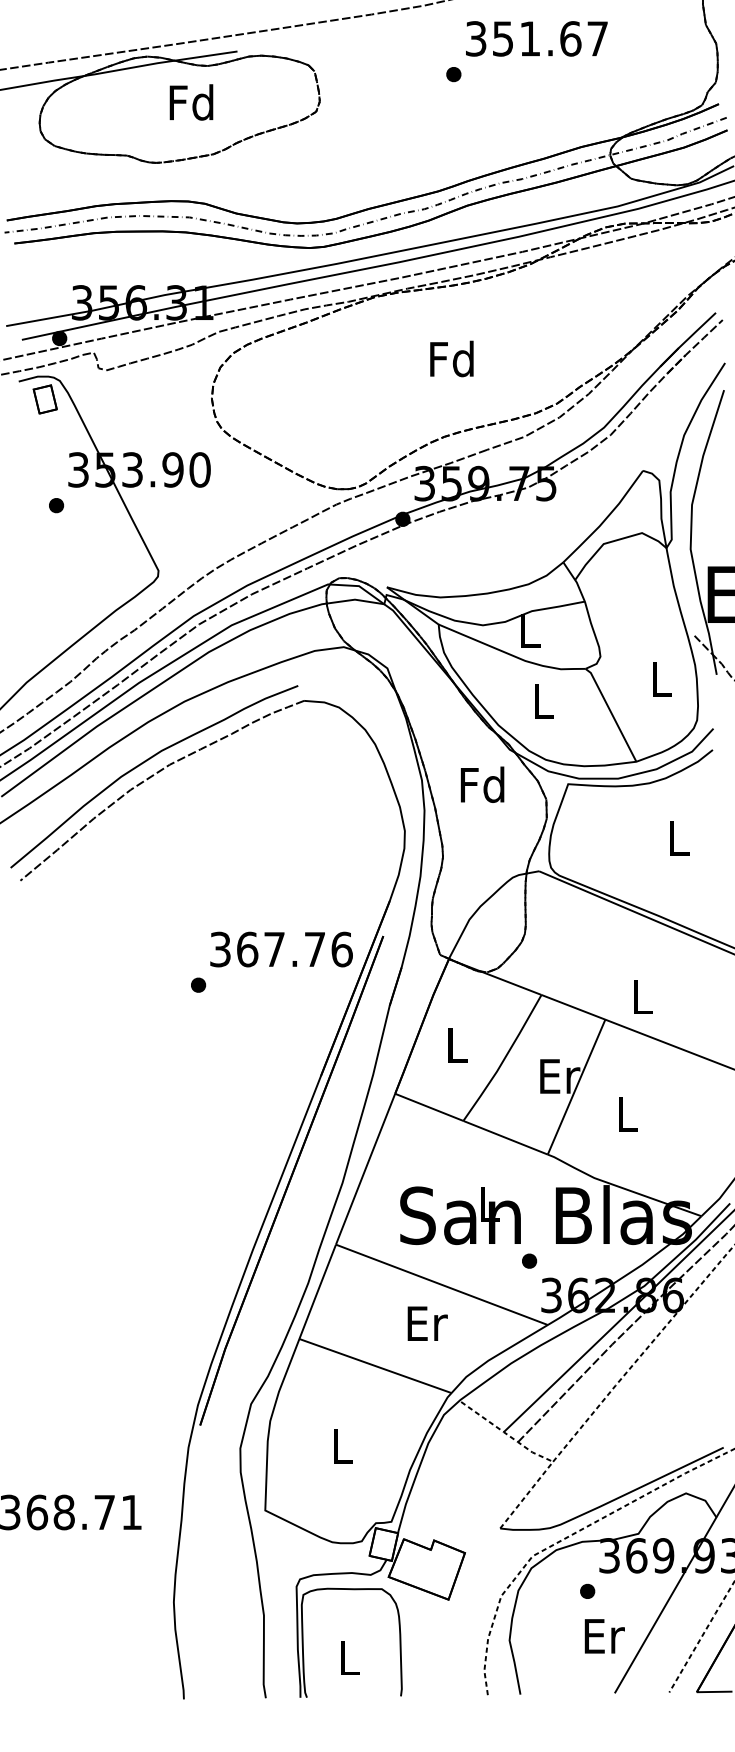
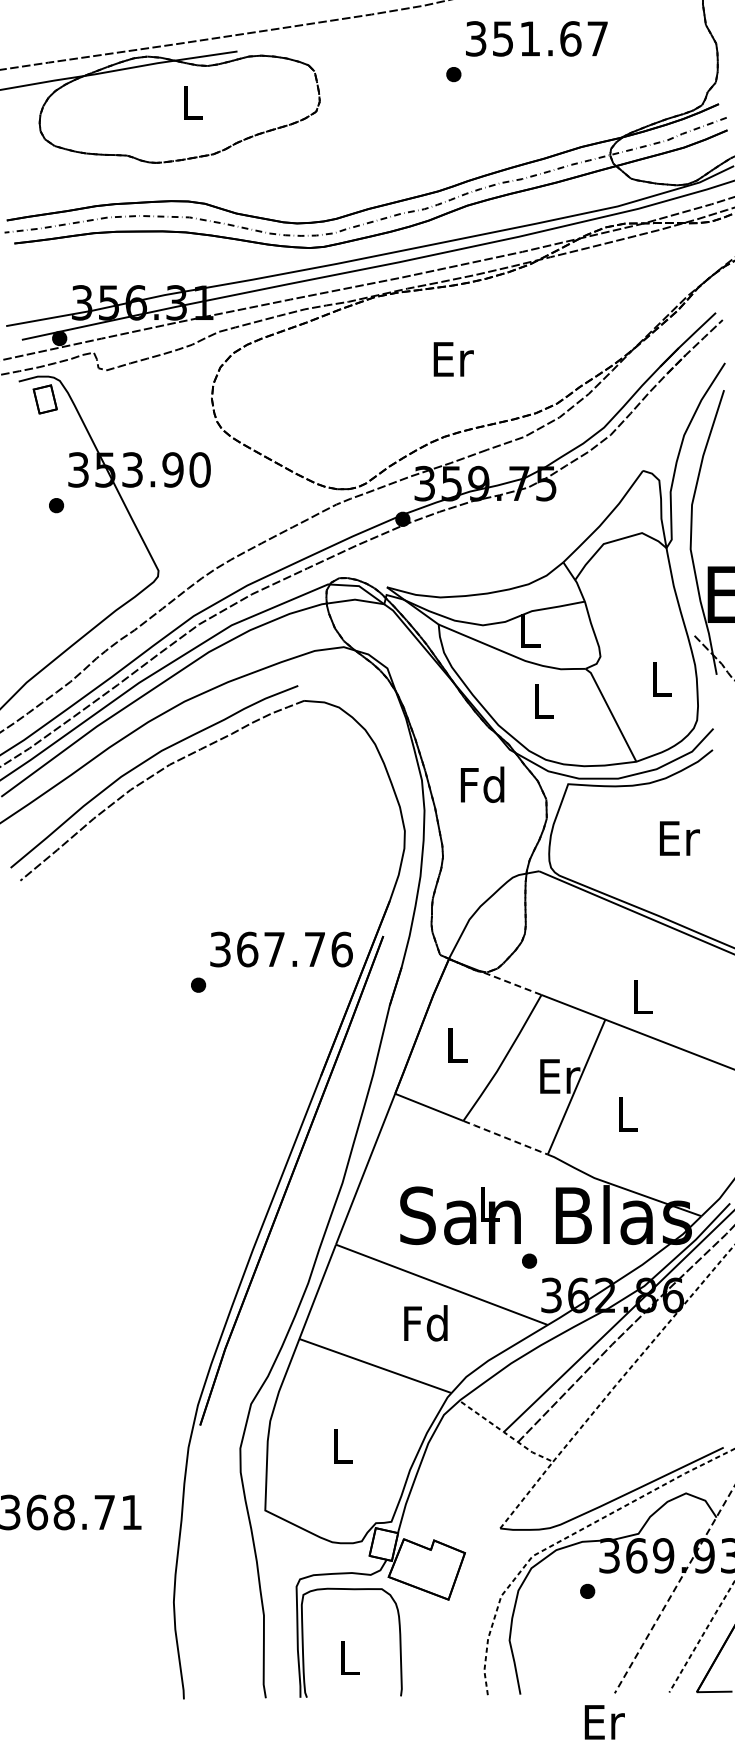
text at (191, 102): Fd -> L
text at (451, 358): Fd -> Er
text at (679, 838): L -> Er
line at (510, 983): solid -> dashed
line at (505, 1137): solid -> dashed
text at (425, 1323): Er -> Fd
line at (674, 1589): solid -> dashed
text at (604, 1636) position: (604, 1636) -> (604, 1722)
